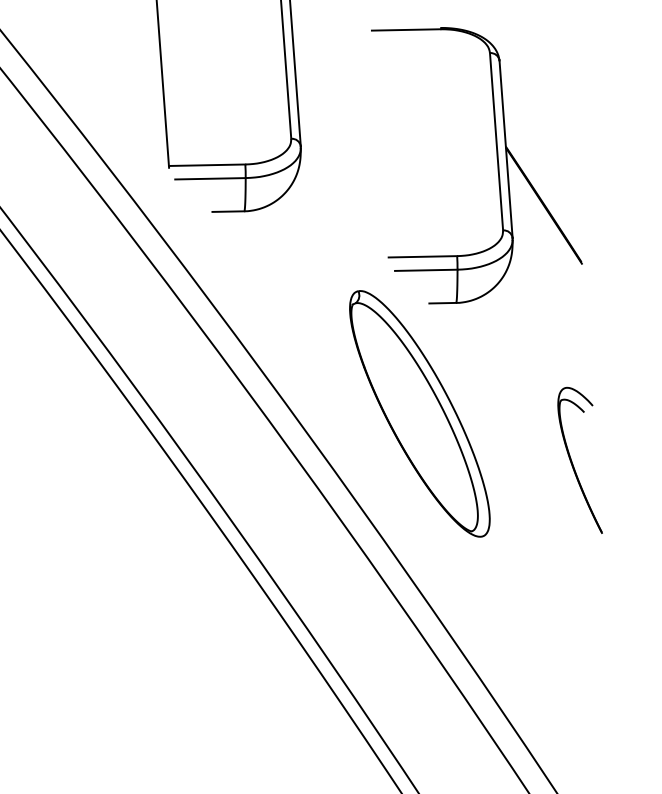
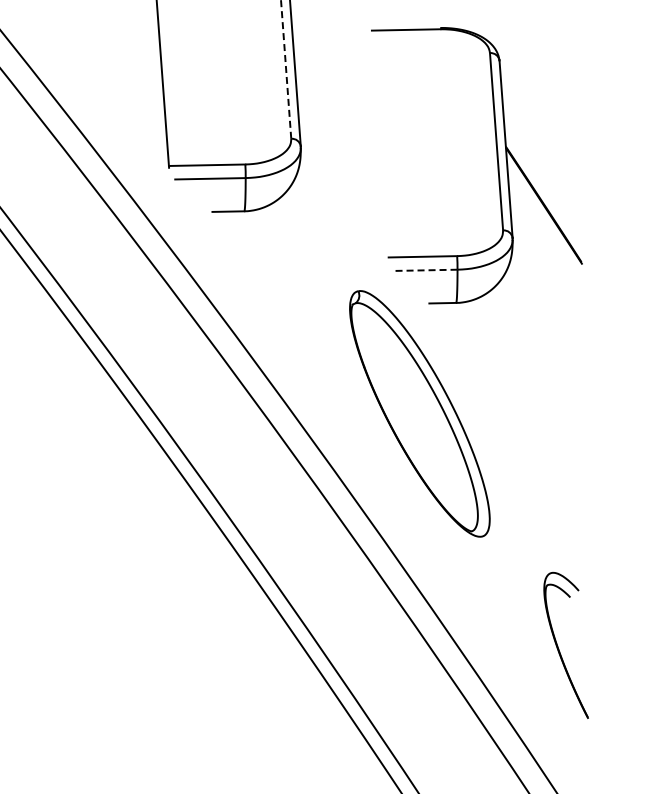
line at (286, 69): solid -> dashed
line at (425, 270): solid -> dashed
part at (572, 461) position: (572, 461) -> (558, 646)
